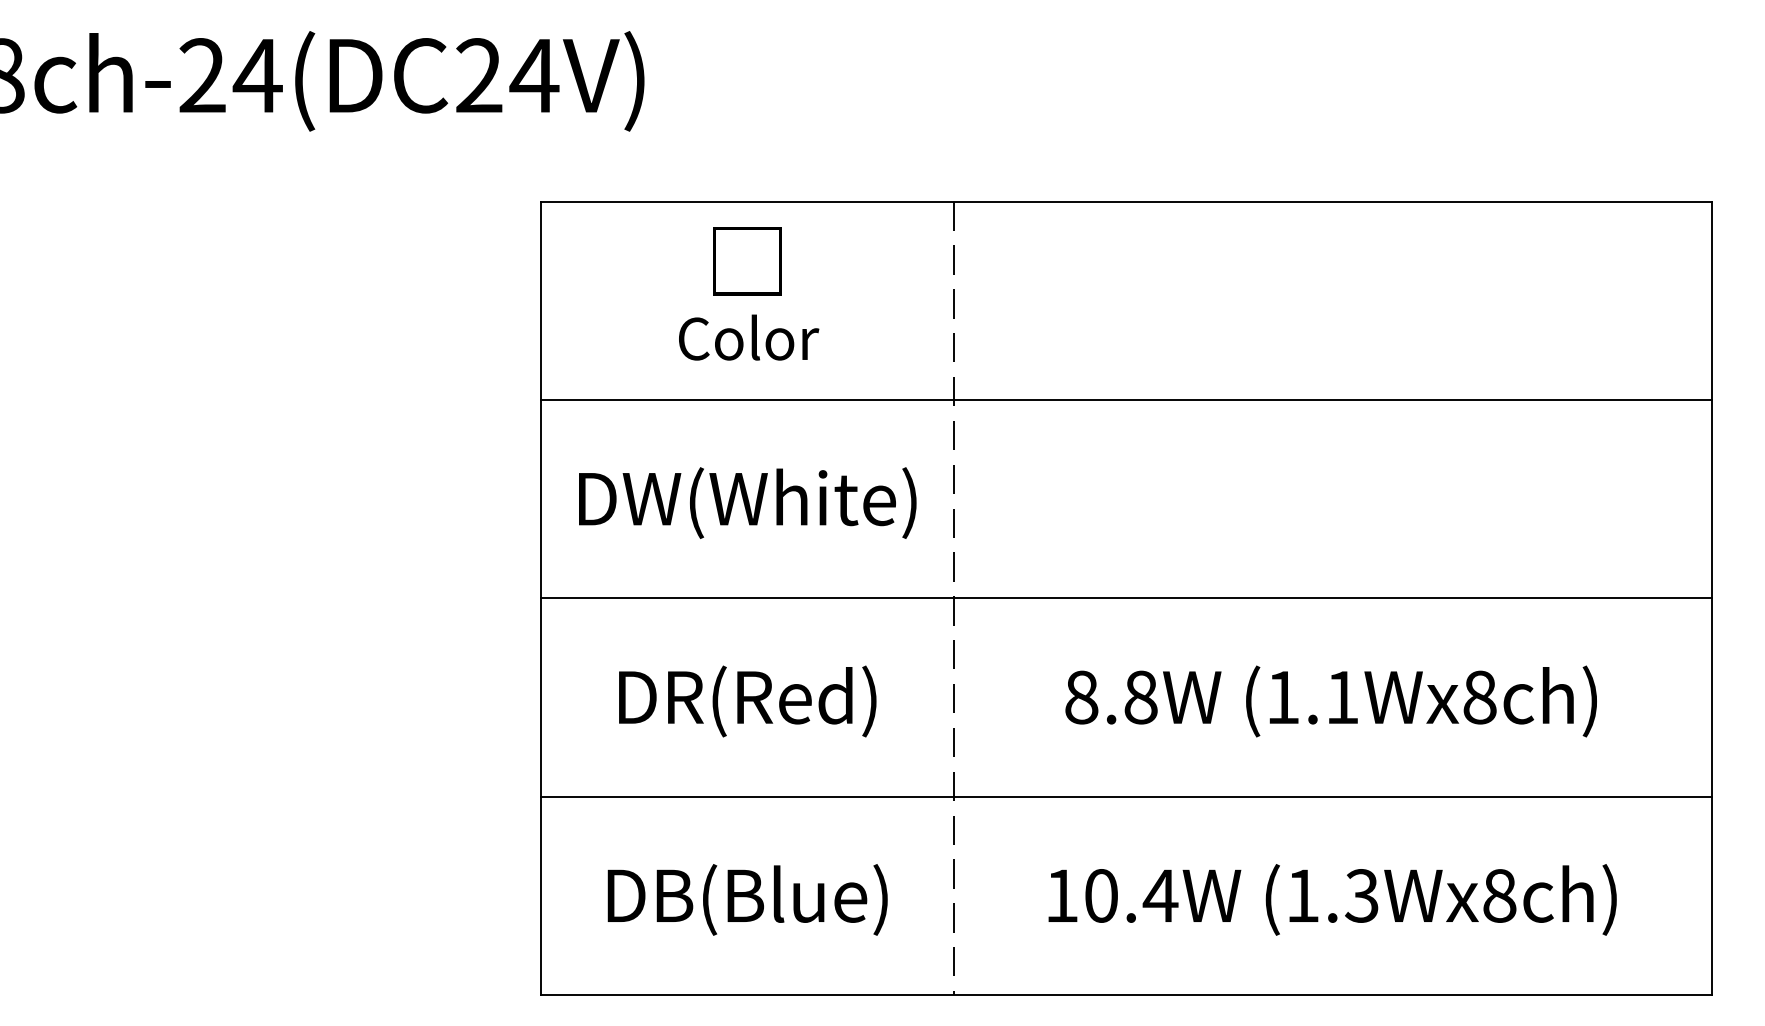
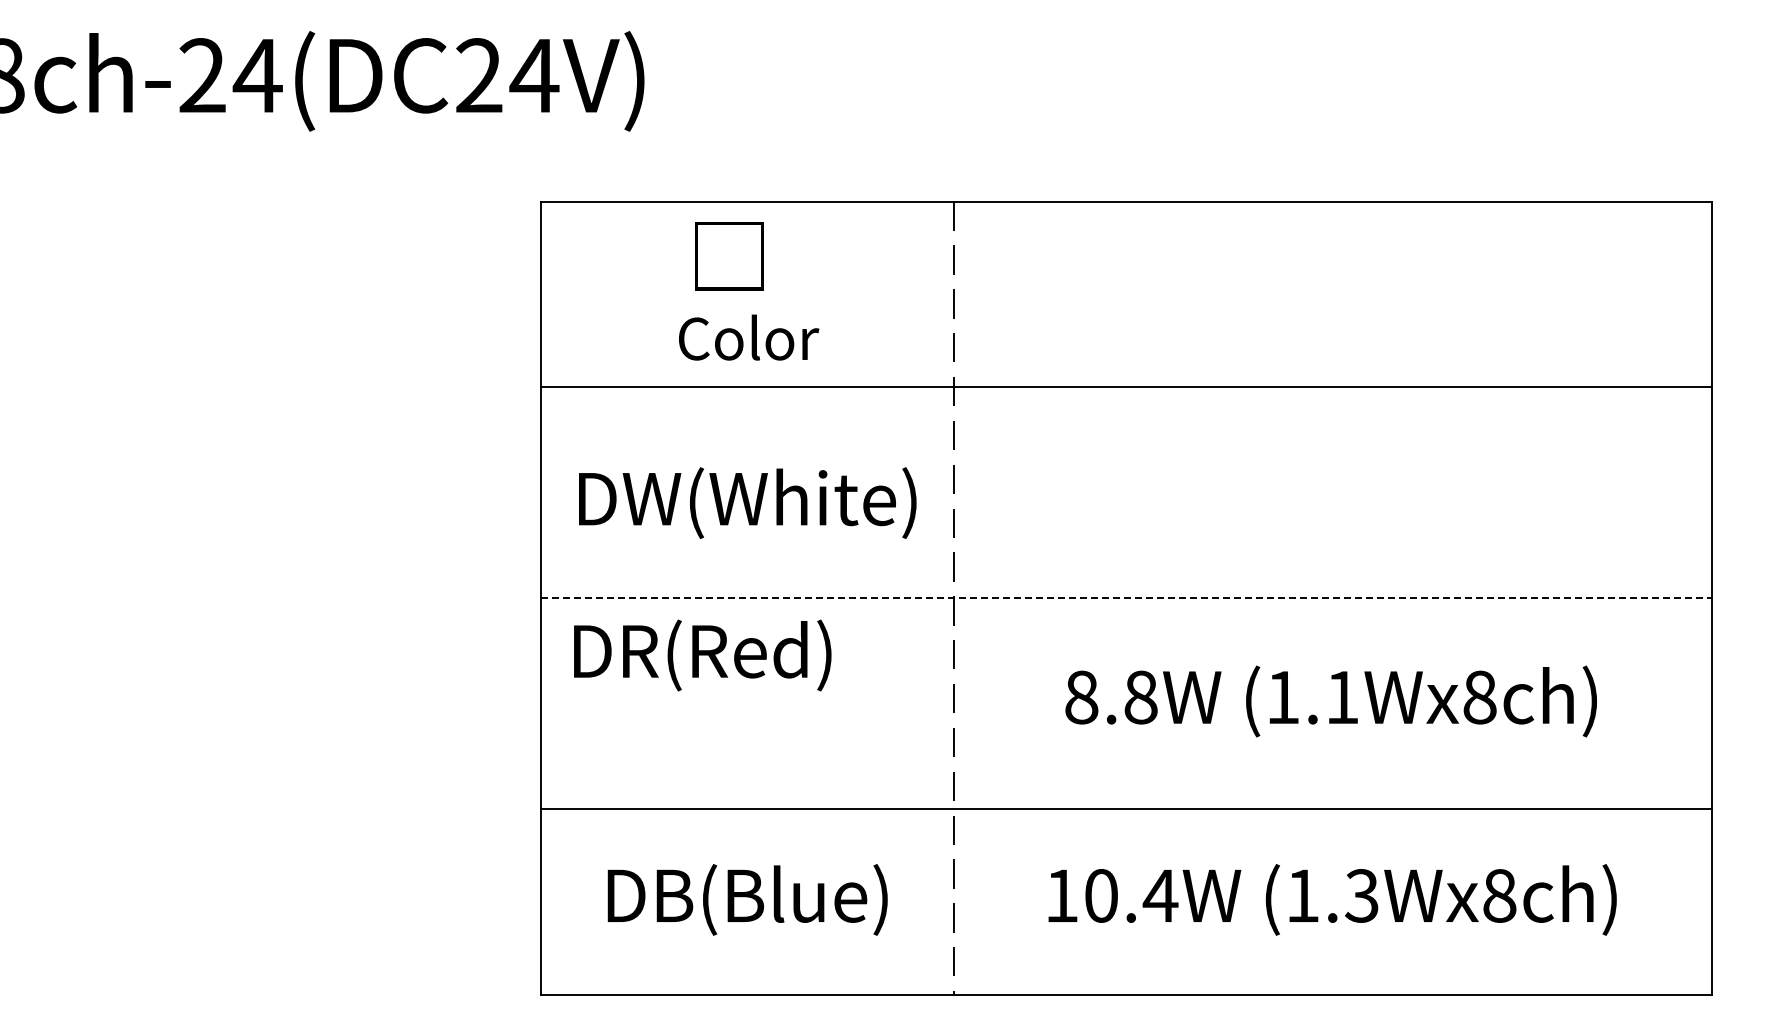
text at (747, 261) position: (747, 261) -> (729, 256)
line at (1126, 399) position: (1126, 399) -> (1126, 386)
line at (1127, 598): solid -> dashed
text at (747, 701) position: (747, 701) -> (702, 655)
line at (1126, 796) position: (1126, 796) -> (1126, 808)
